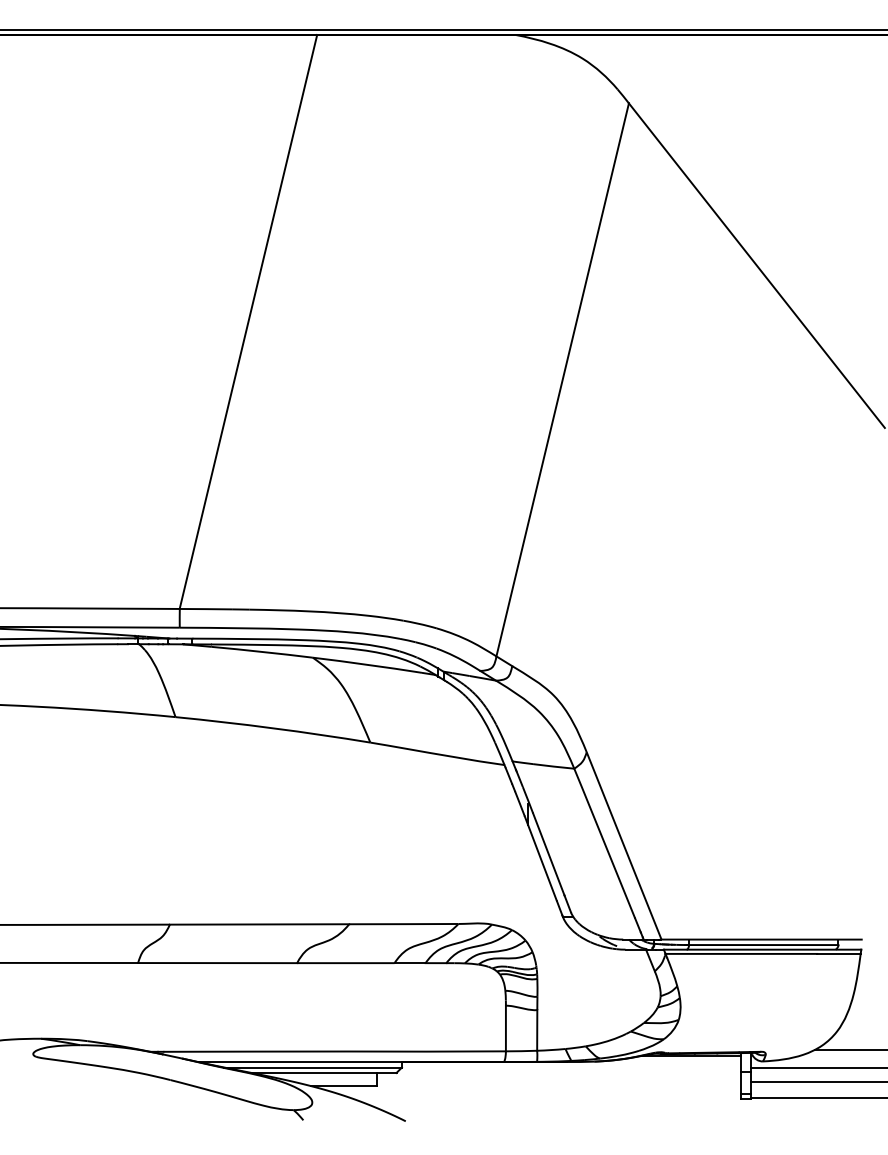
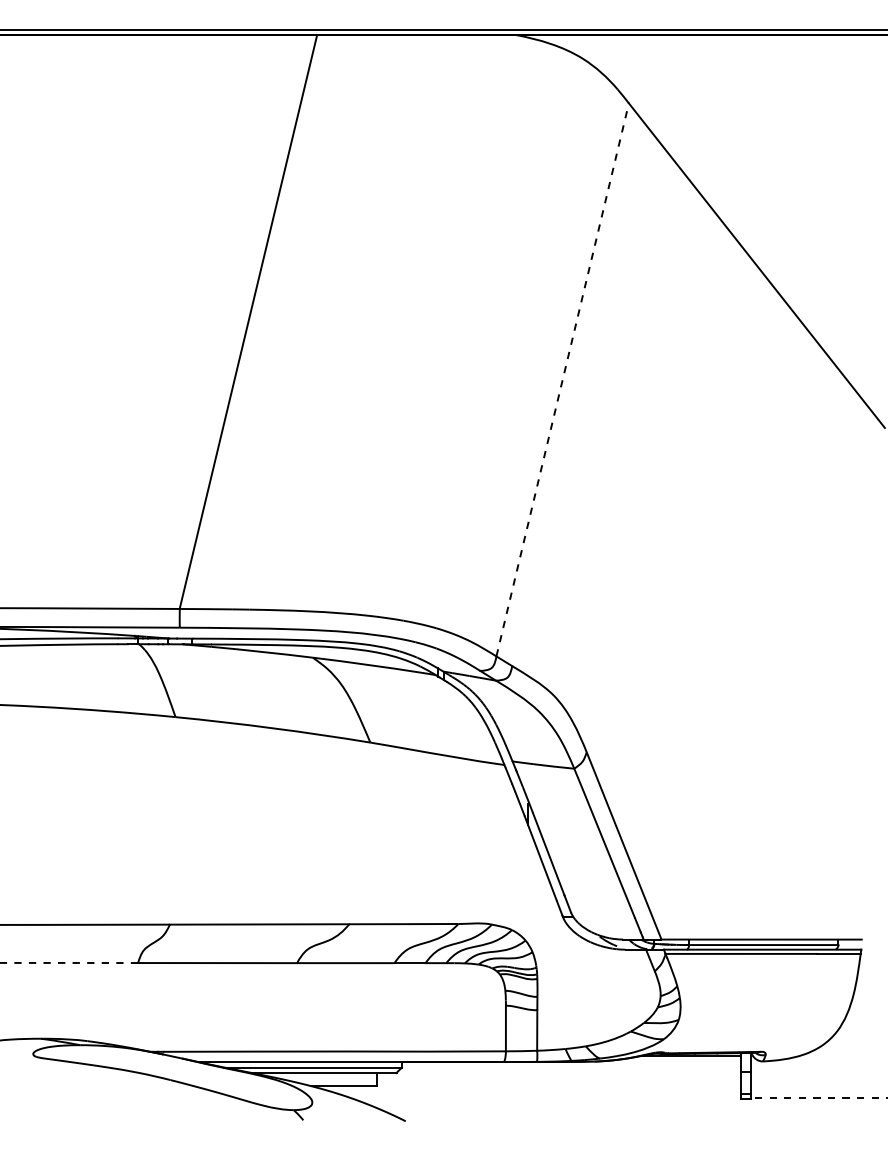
line at (562, 379): solid -> dashed
line at (69, 962): solid -> dashed
line at (849, 1050): present -> none
line at (817, 1067): present -> none
line at (817, 1081): present -> none
line at (819, 1097): solid -> dashed
